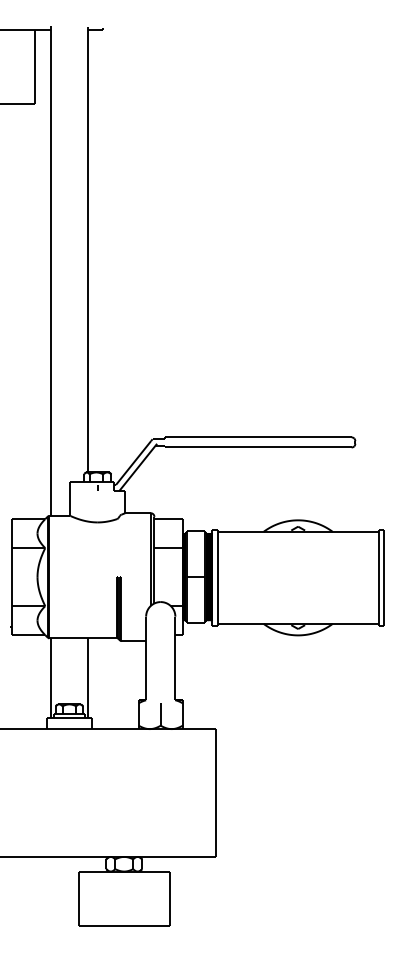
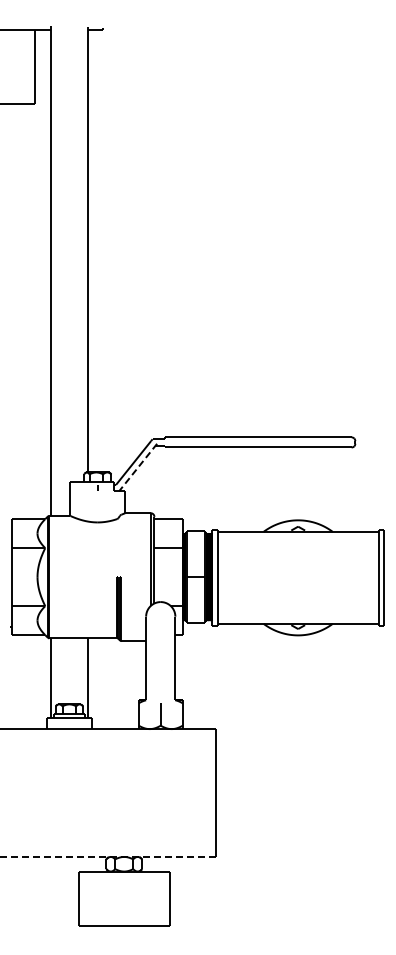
line at (137, 467): solid -> dashed
line at (107, 856): solid -> dashed
